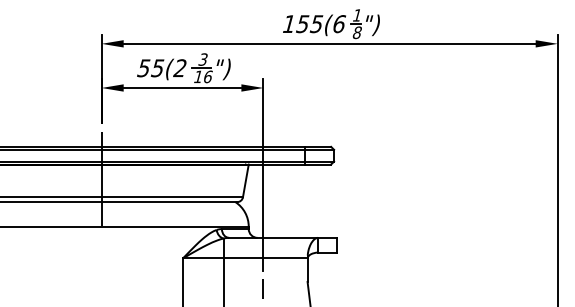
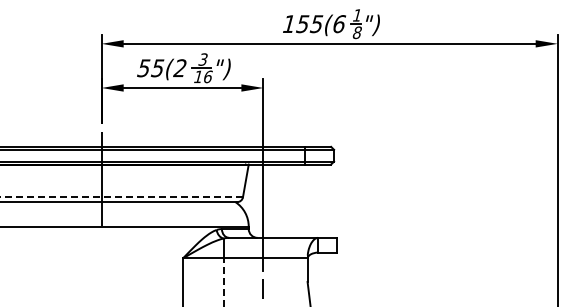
line at (121, 197): solid -> dashed
line at (223, 282): solid -> dashed
